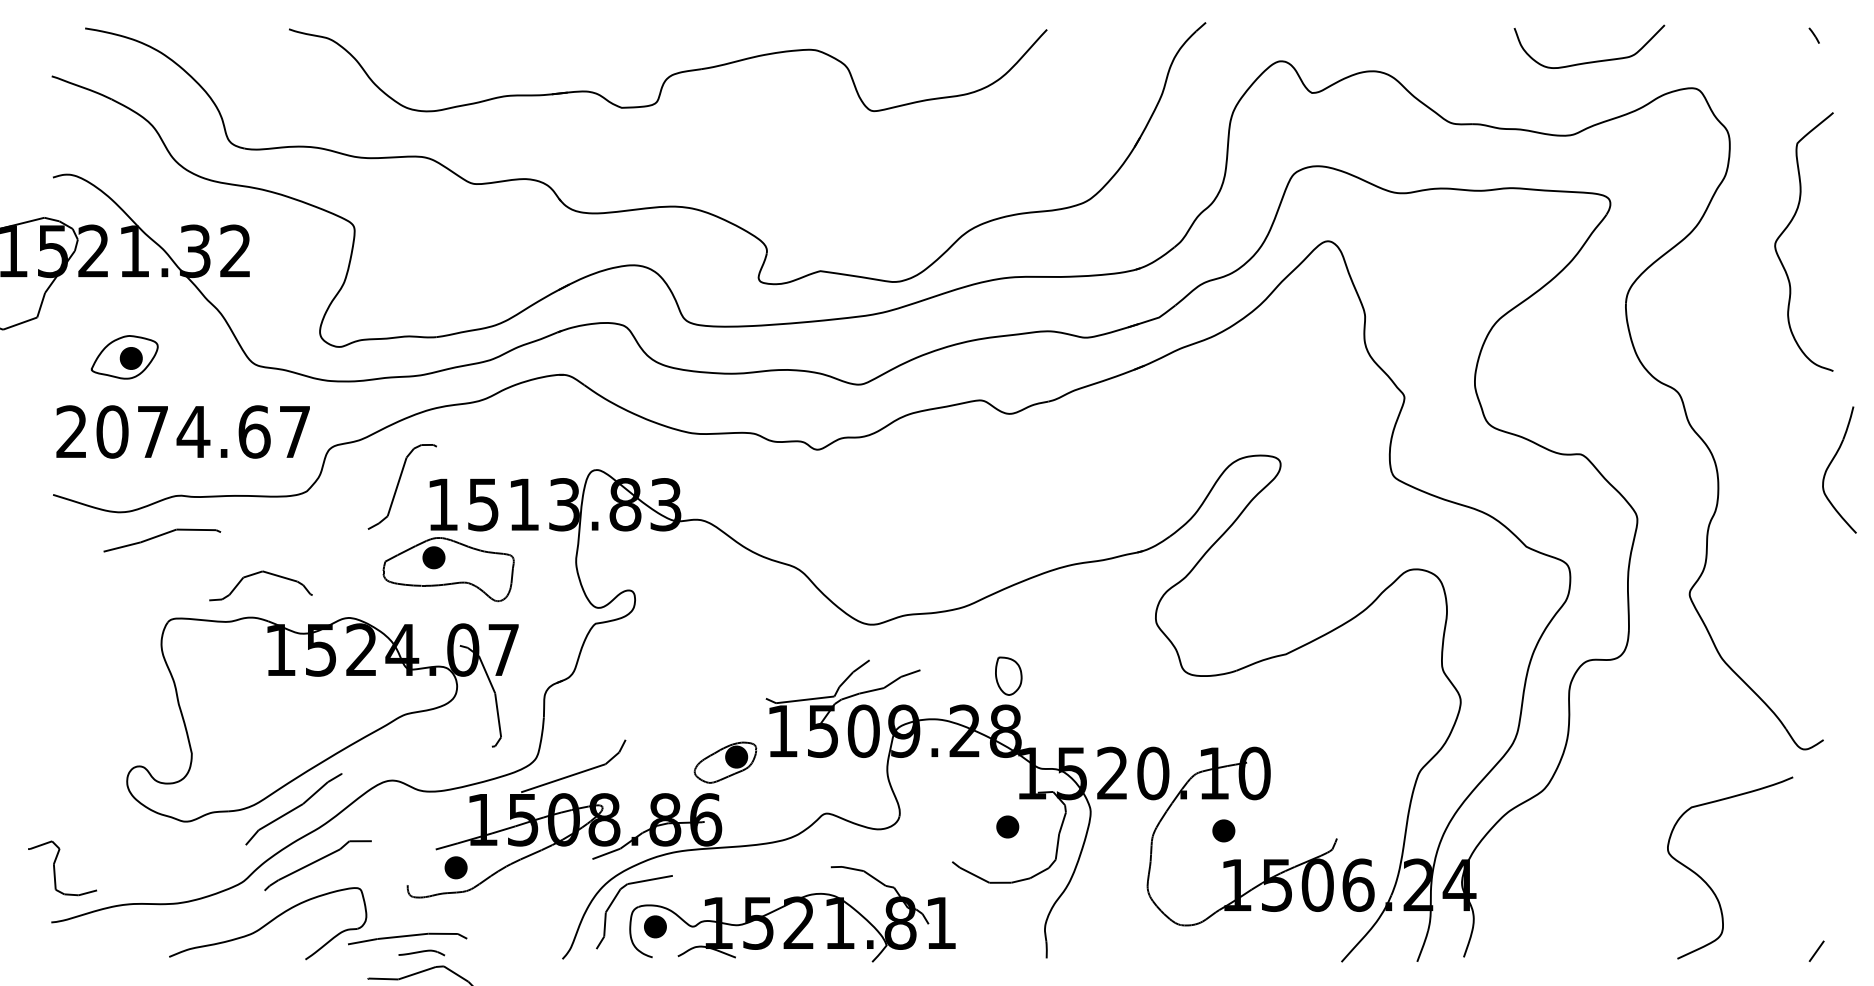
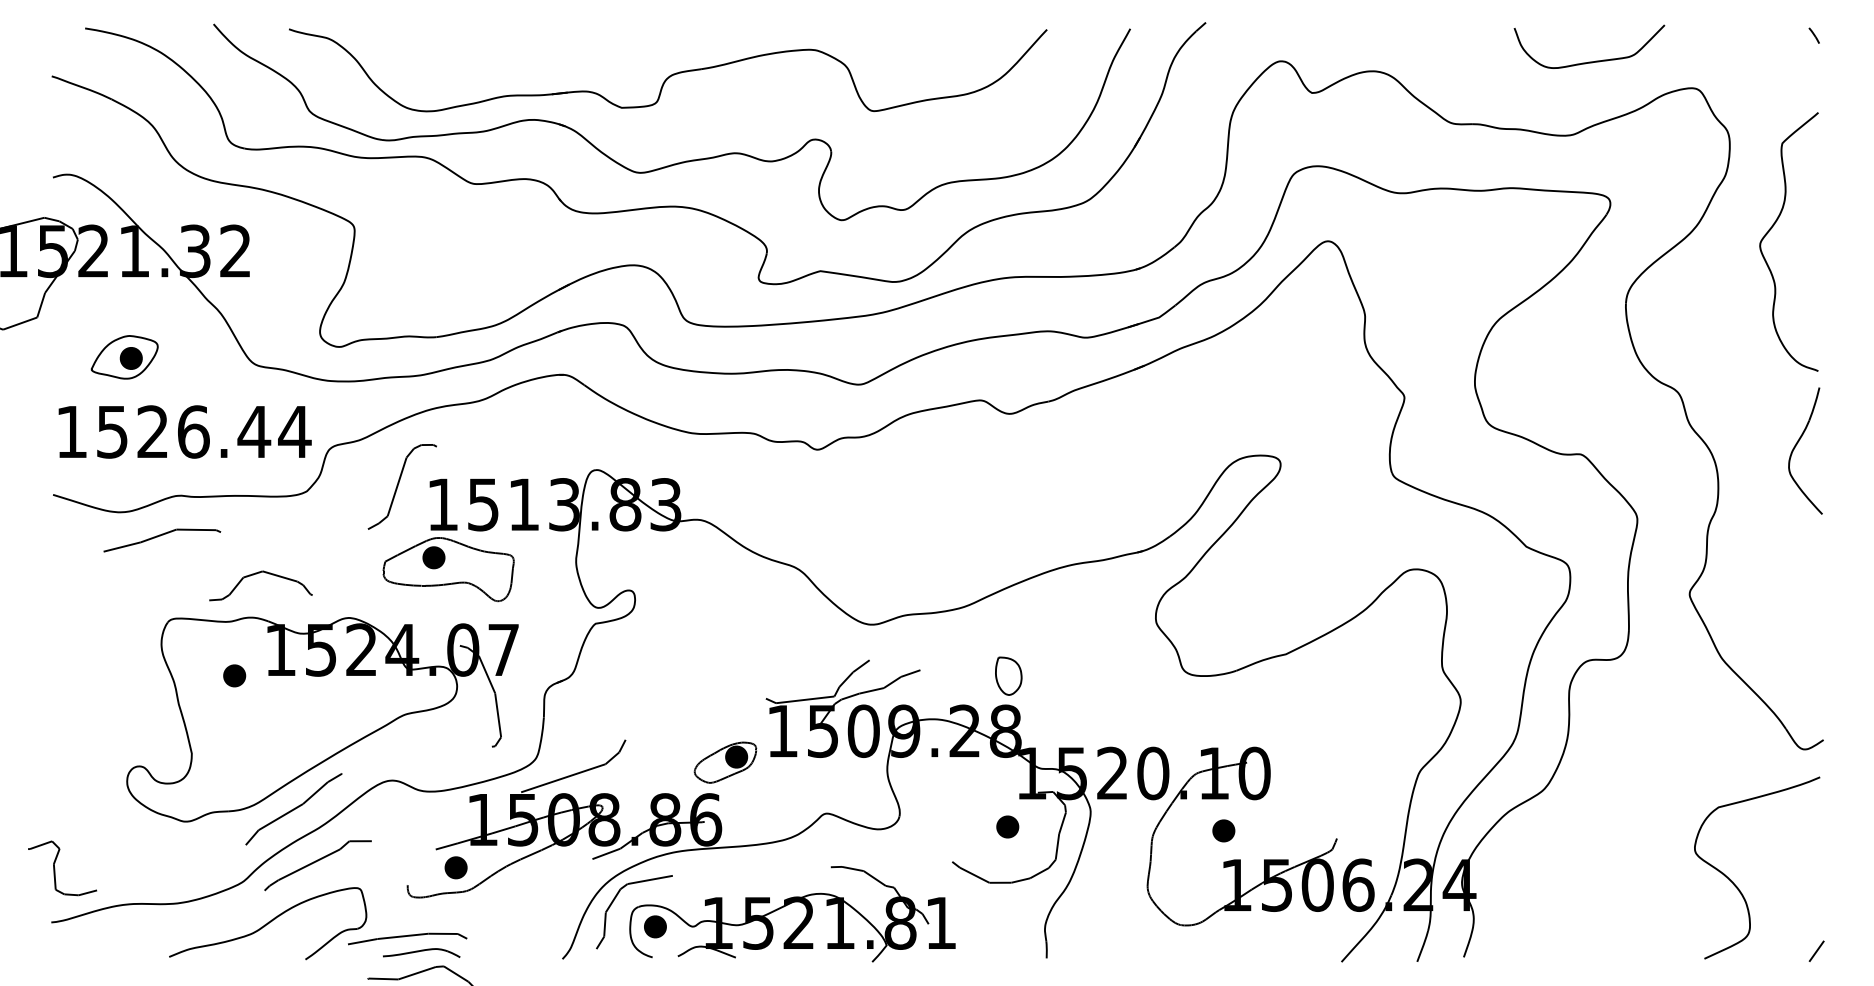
part at (681, 161): none -> present
curve at (1787, 228) position: (1787, 228) -> (1772, 228)
text at (183, 431): 2074.67 -> 1526.44
part at (1830, 465) position: (1830, 465) -> (1796, 446)
part at (234, 675): none -> present
curve at (1710, 886) position: (1710, 886) -> (1737, 886)
part at (421, 952) size: 48x8 px -> 78x10 px
